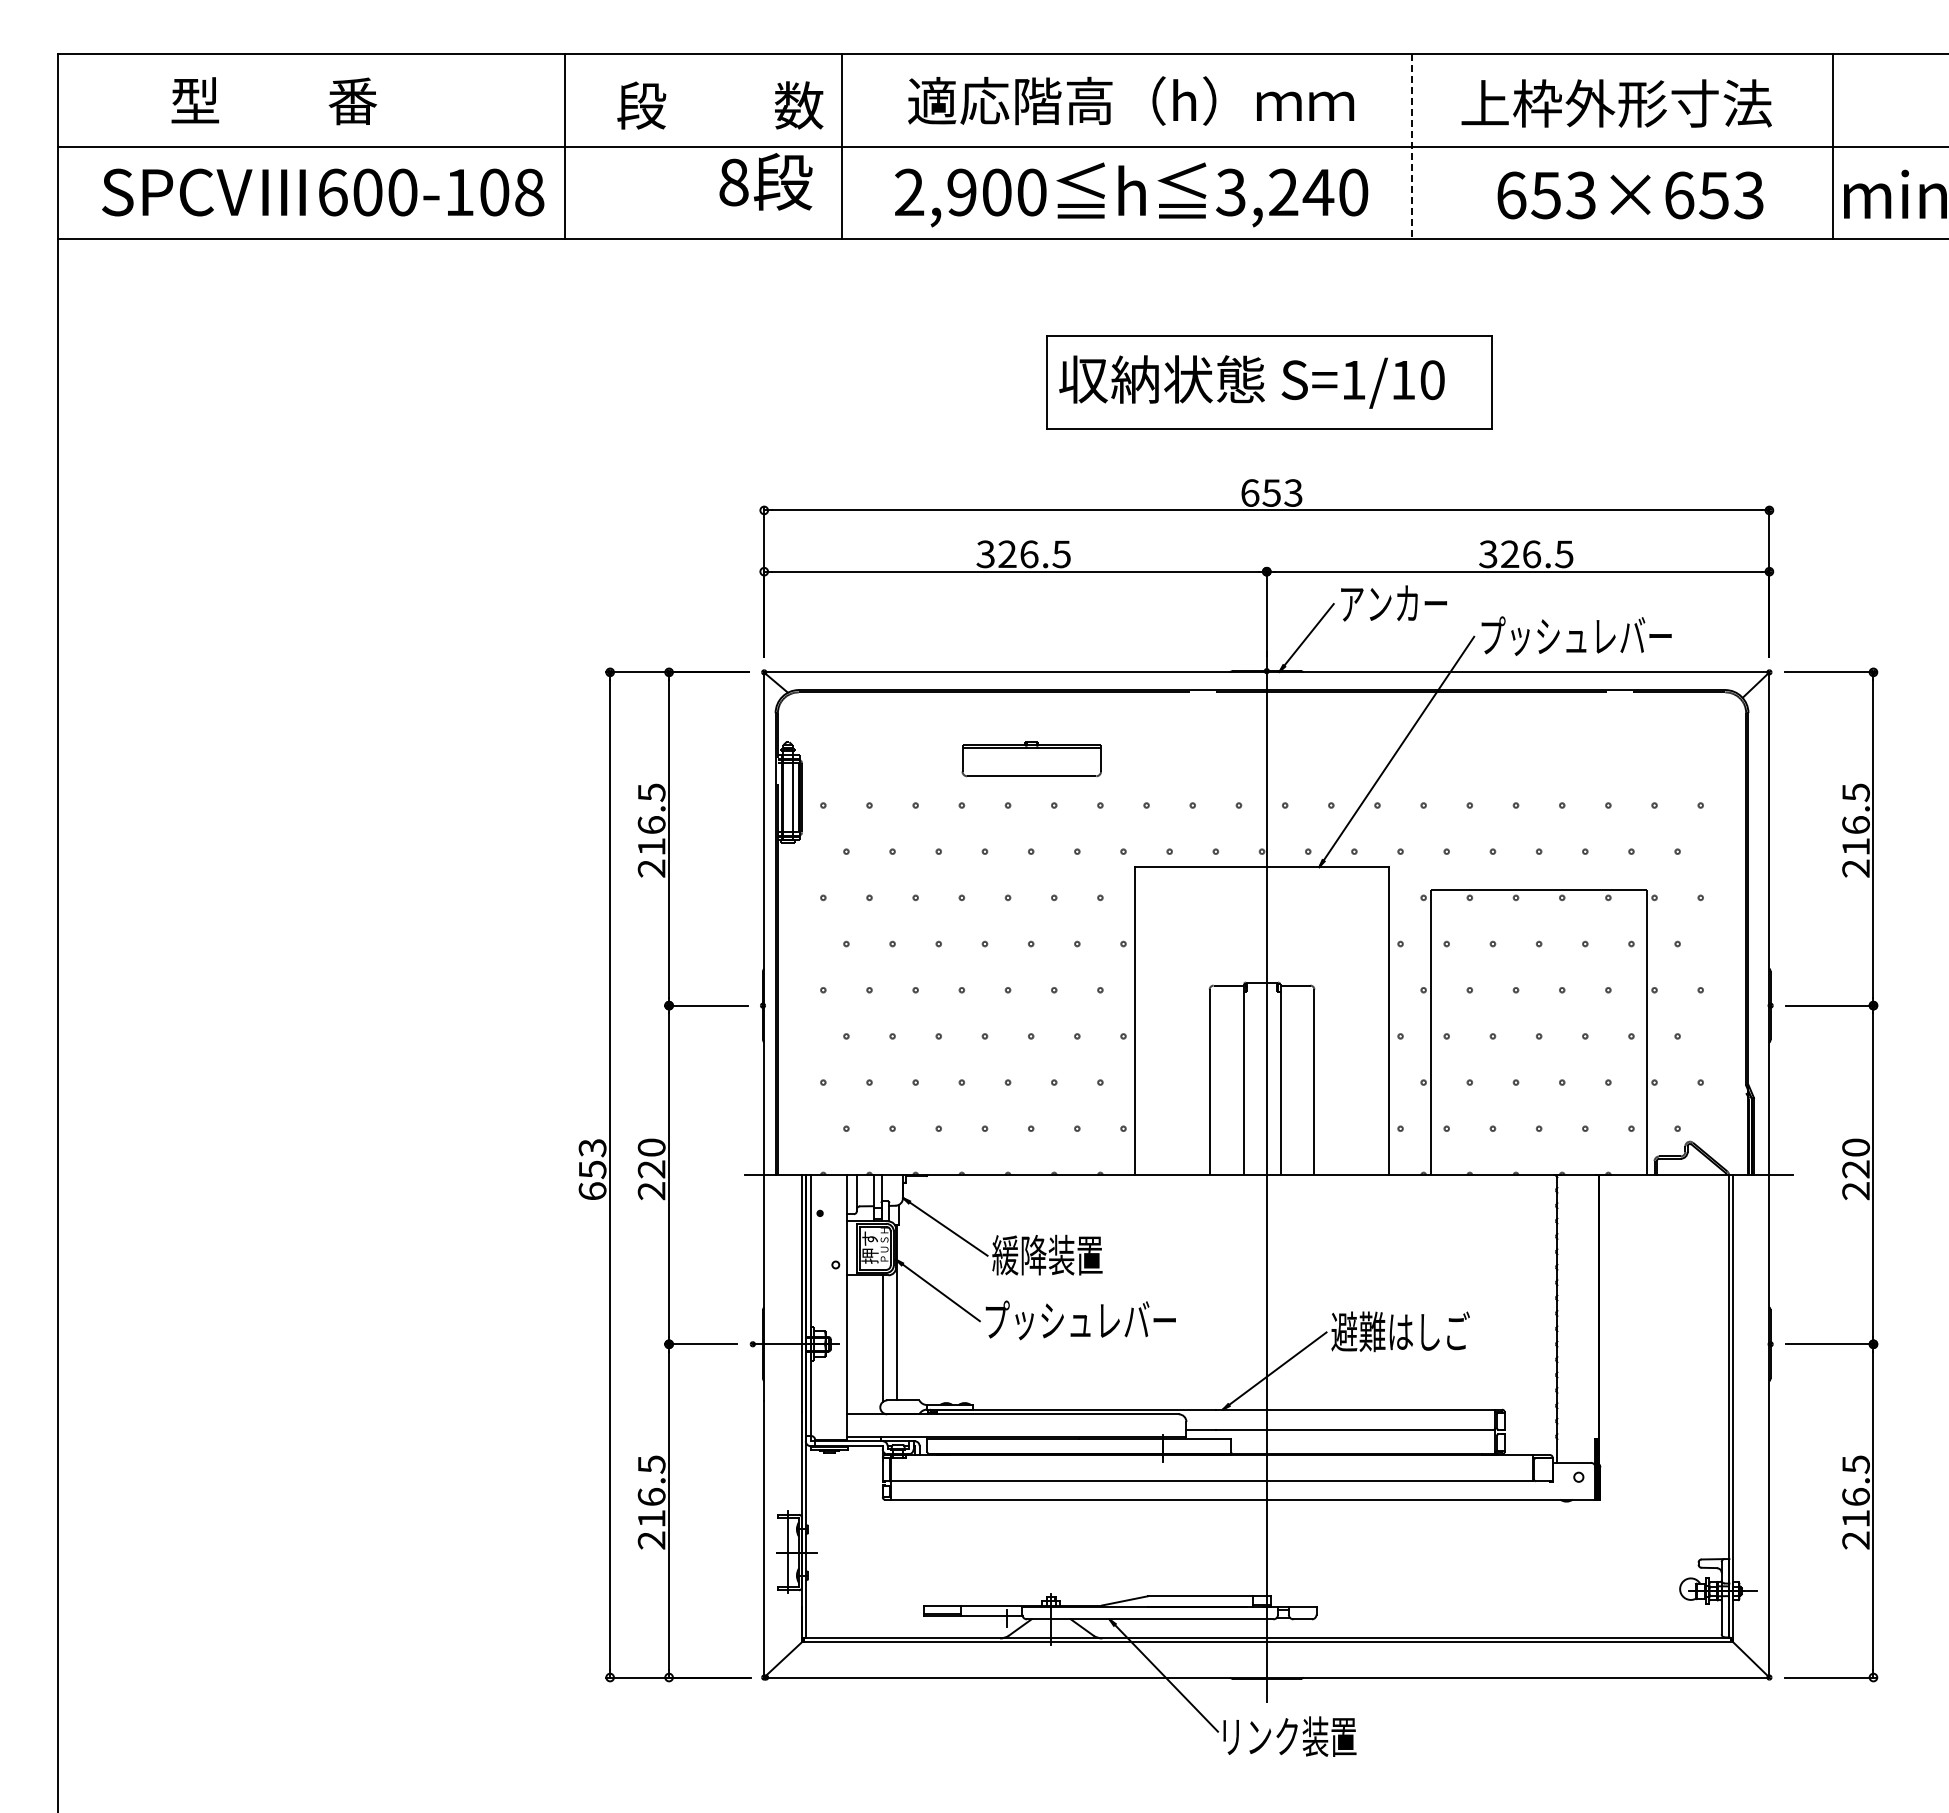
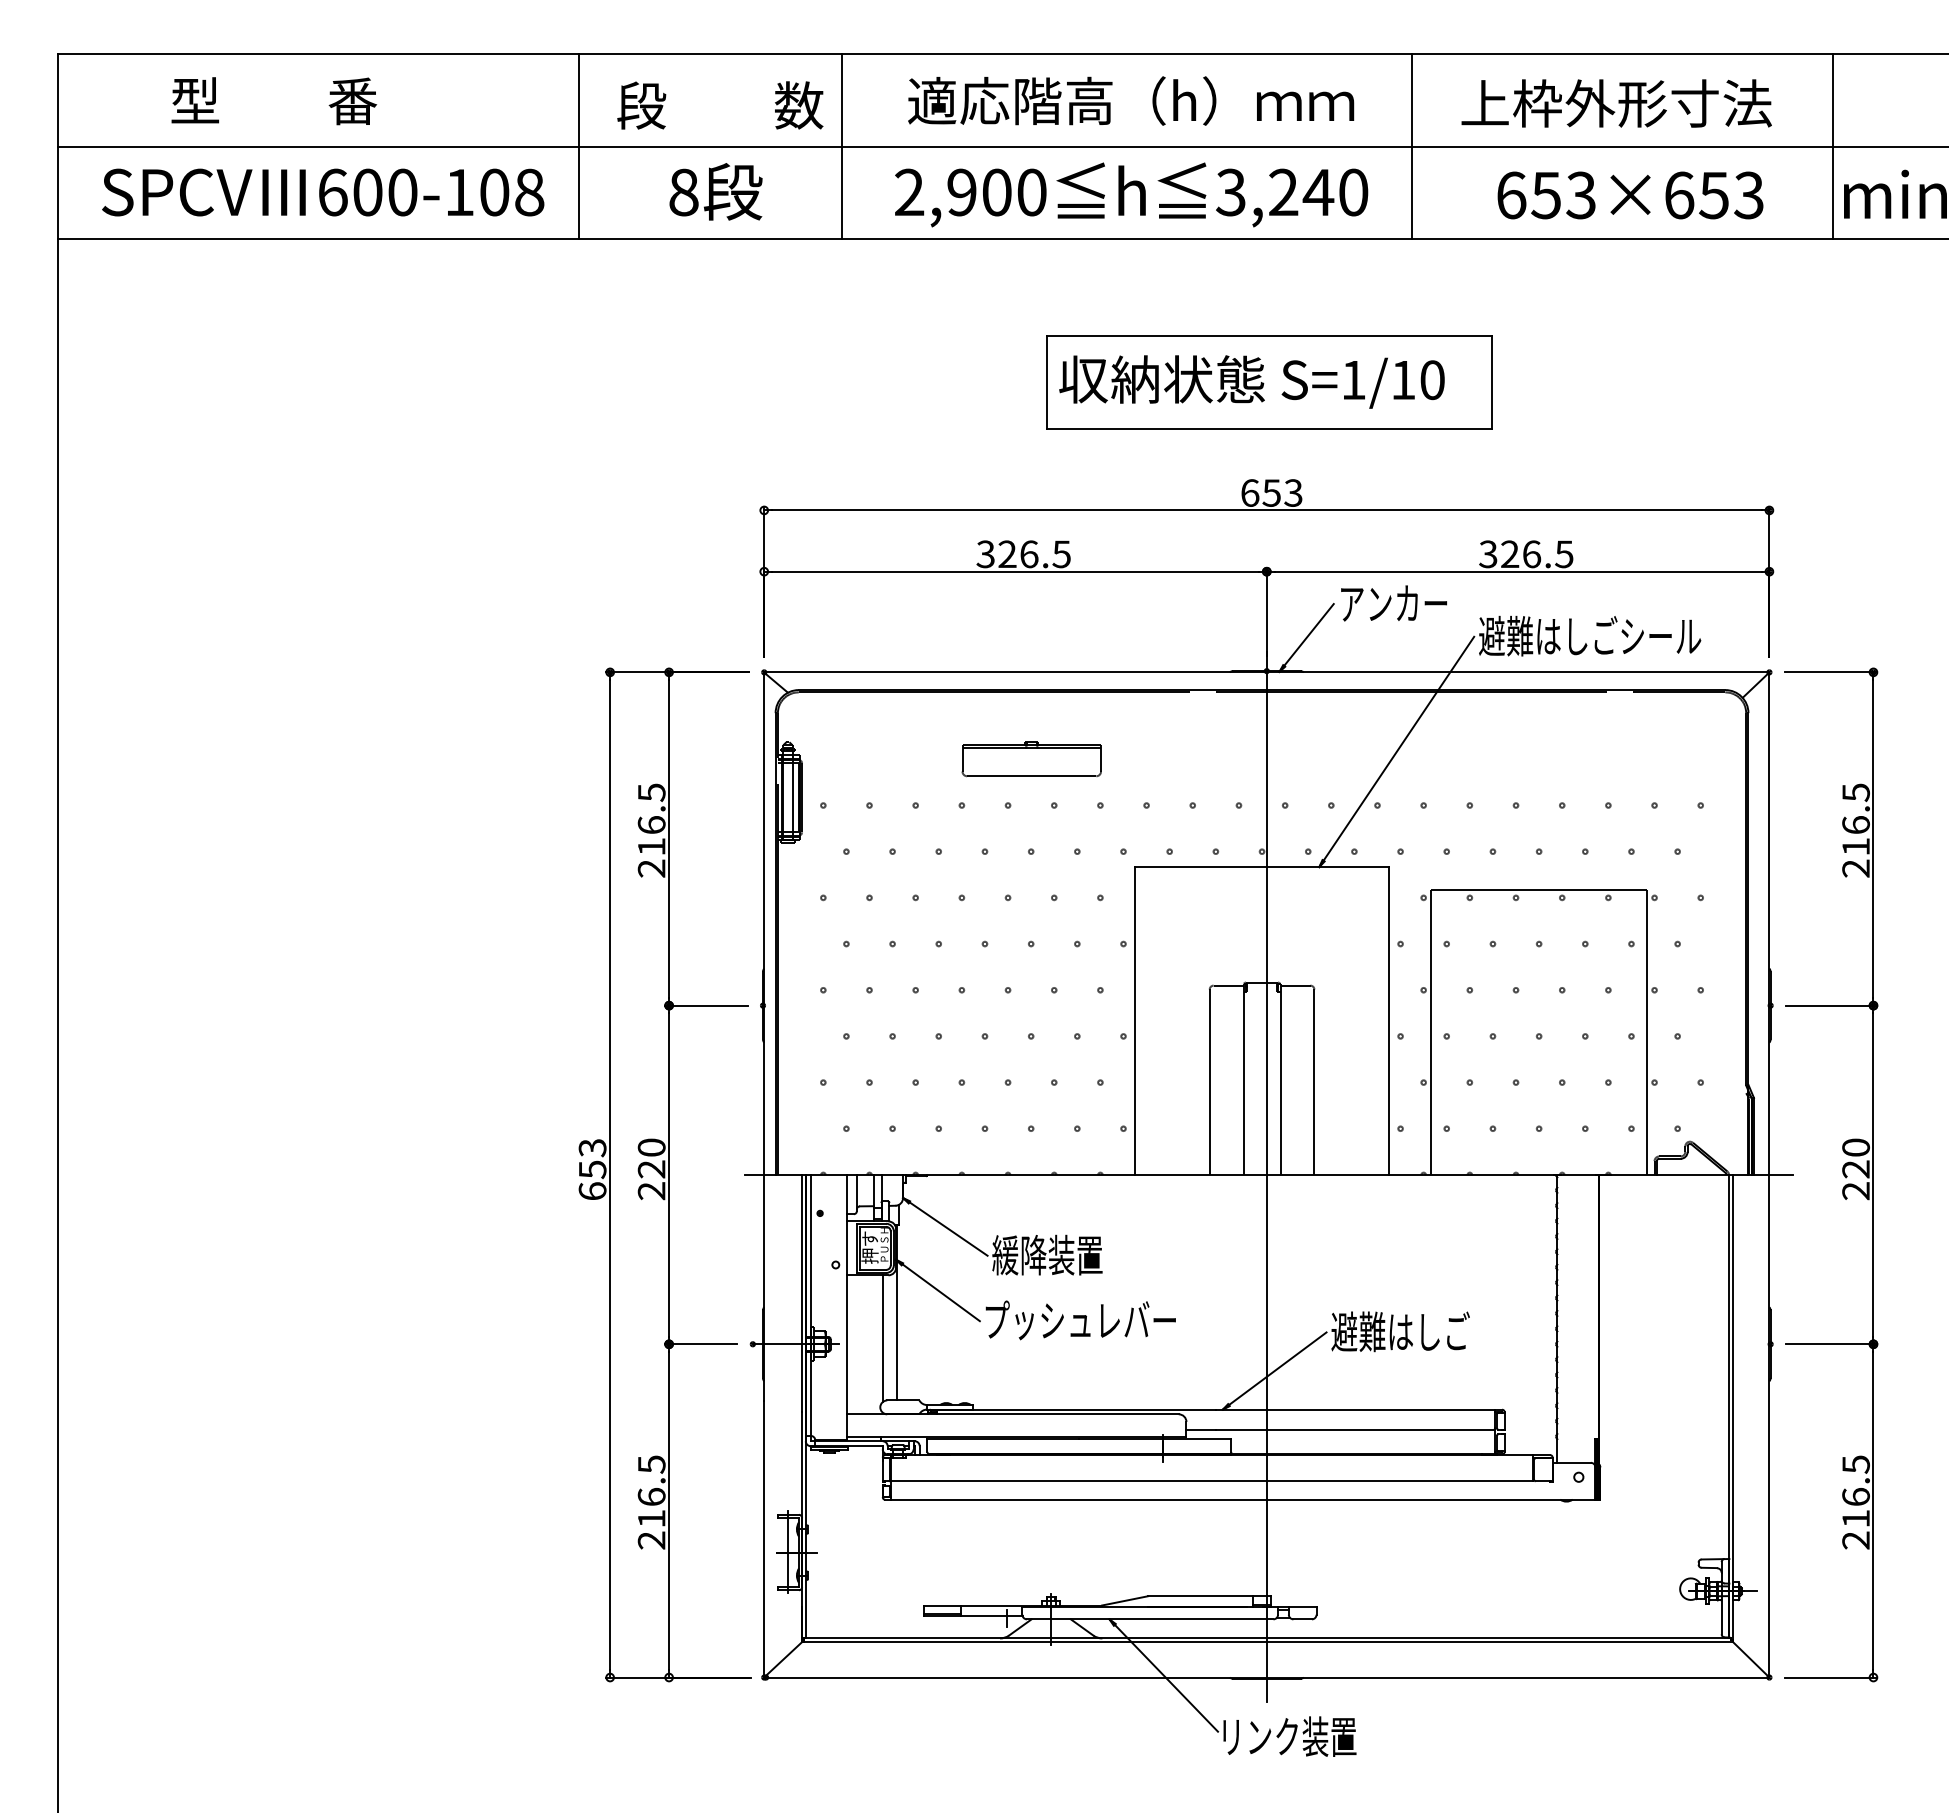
line at (564, 146) position: (564, 146) -> (578, 146)
line at (1411, 147): dashed -> solid
text at (765, 181) position: (765, 181) -> (715, 191)
text at (1590, 635): プッシュレバー -> 避難はしごシール
